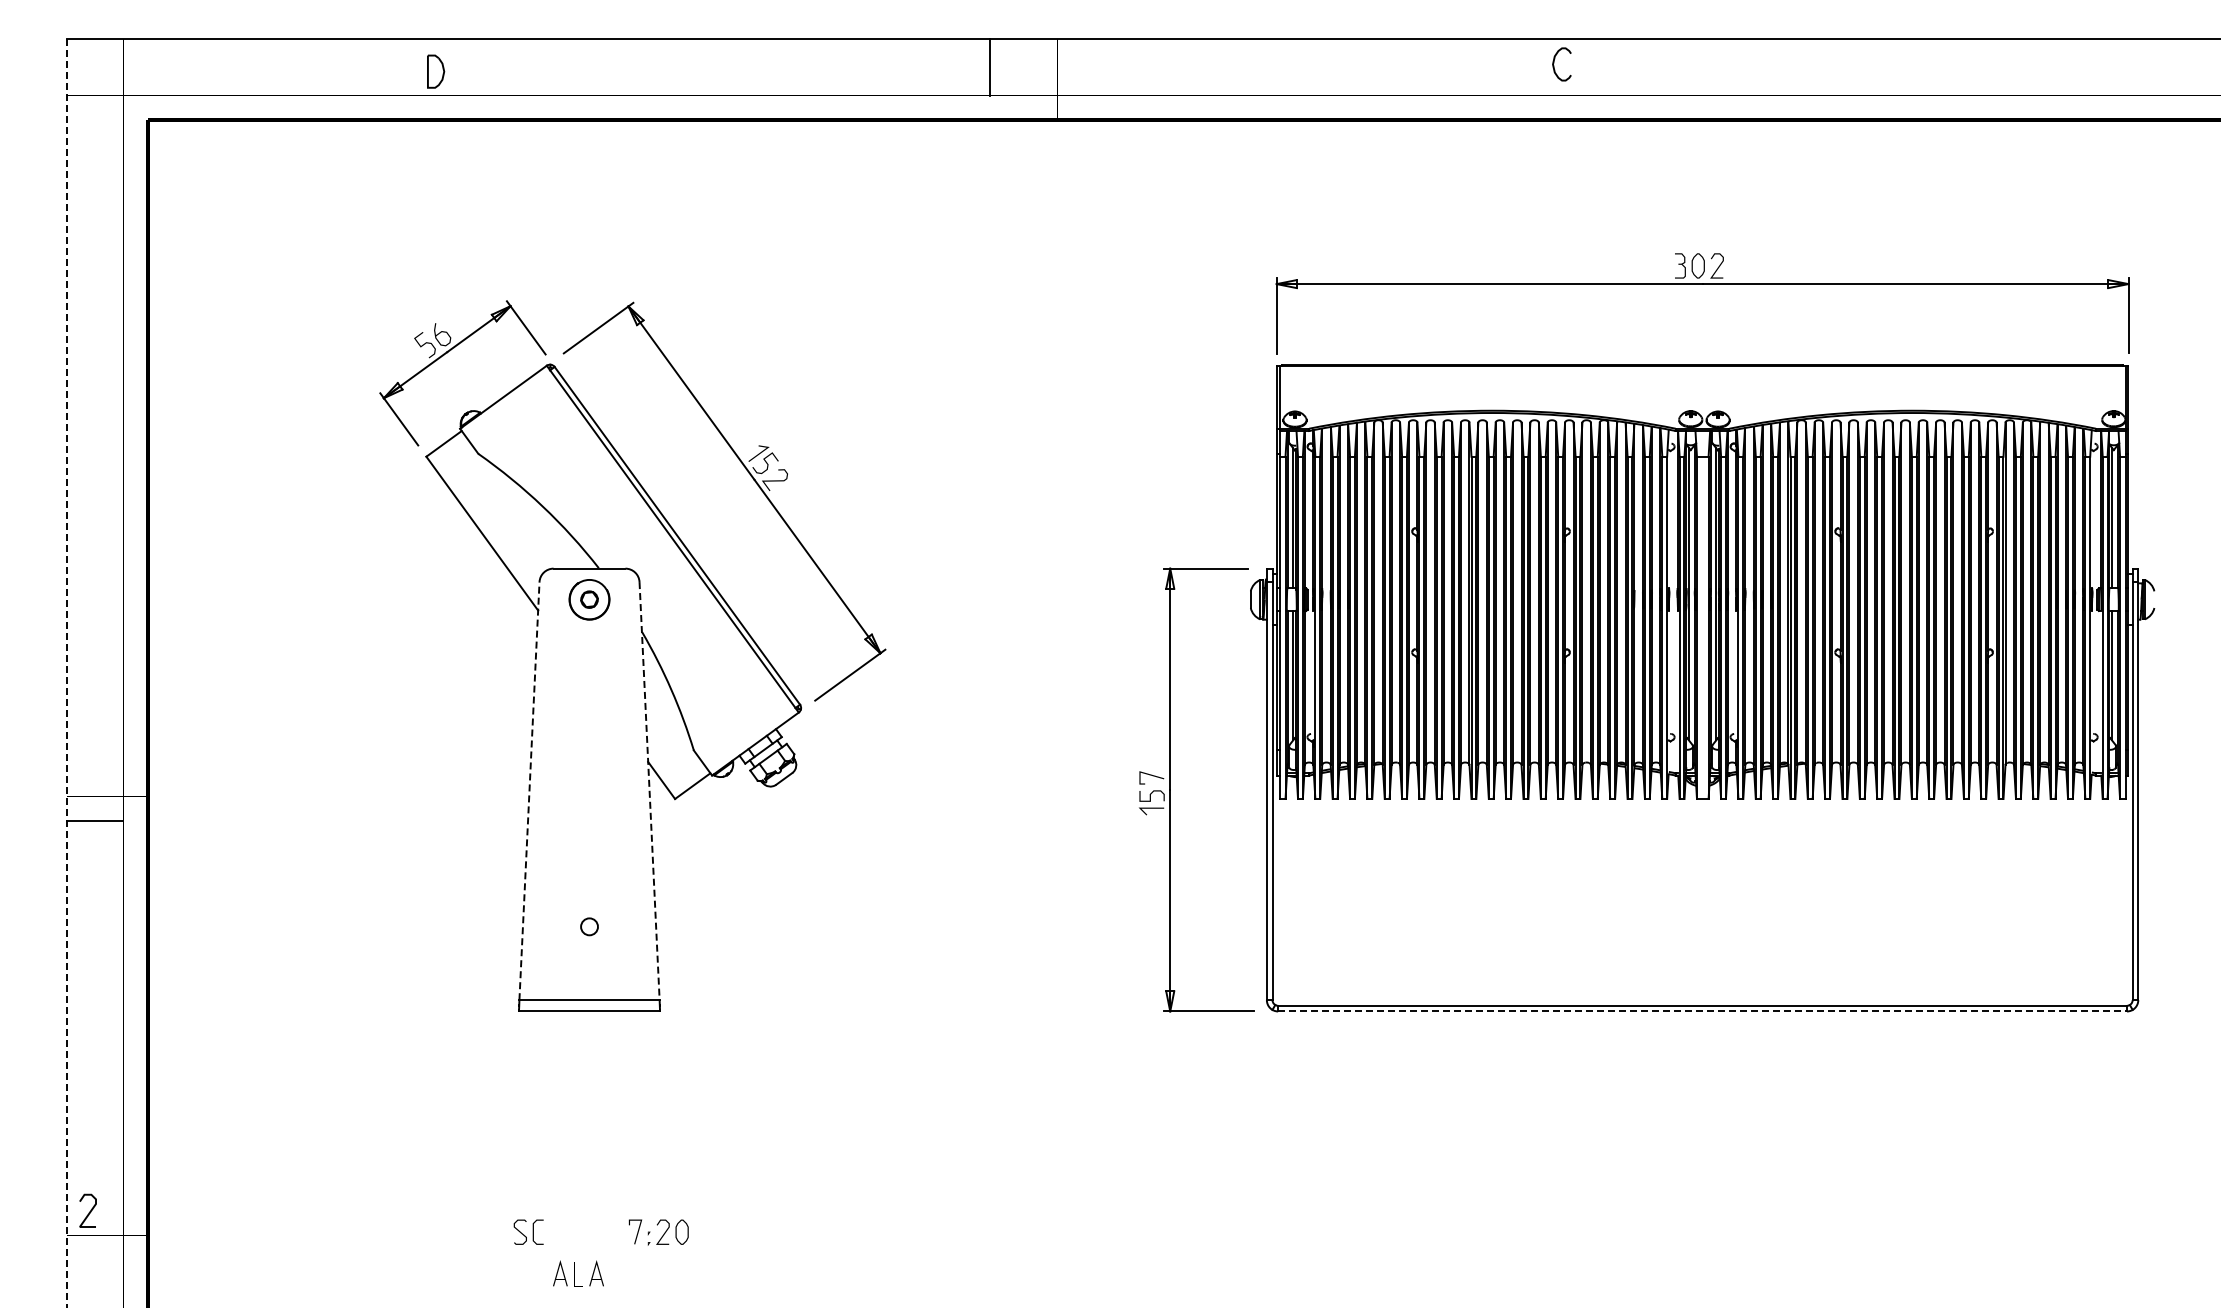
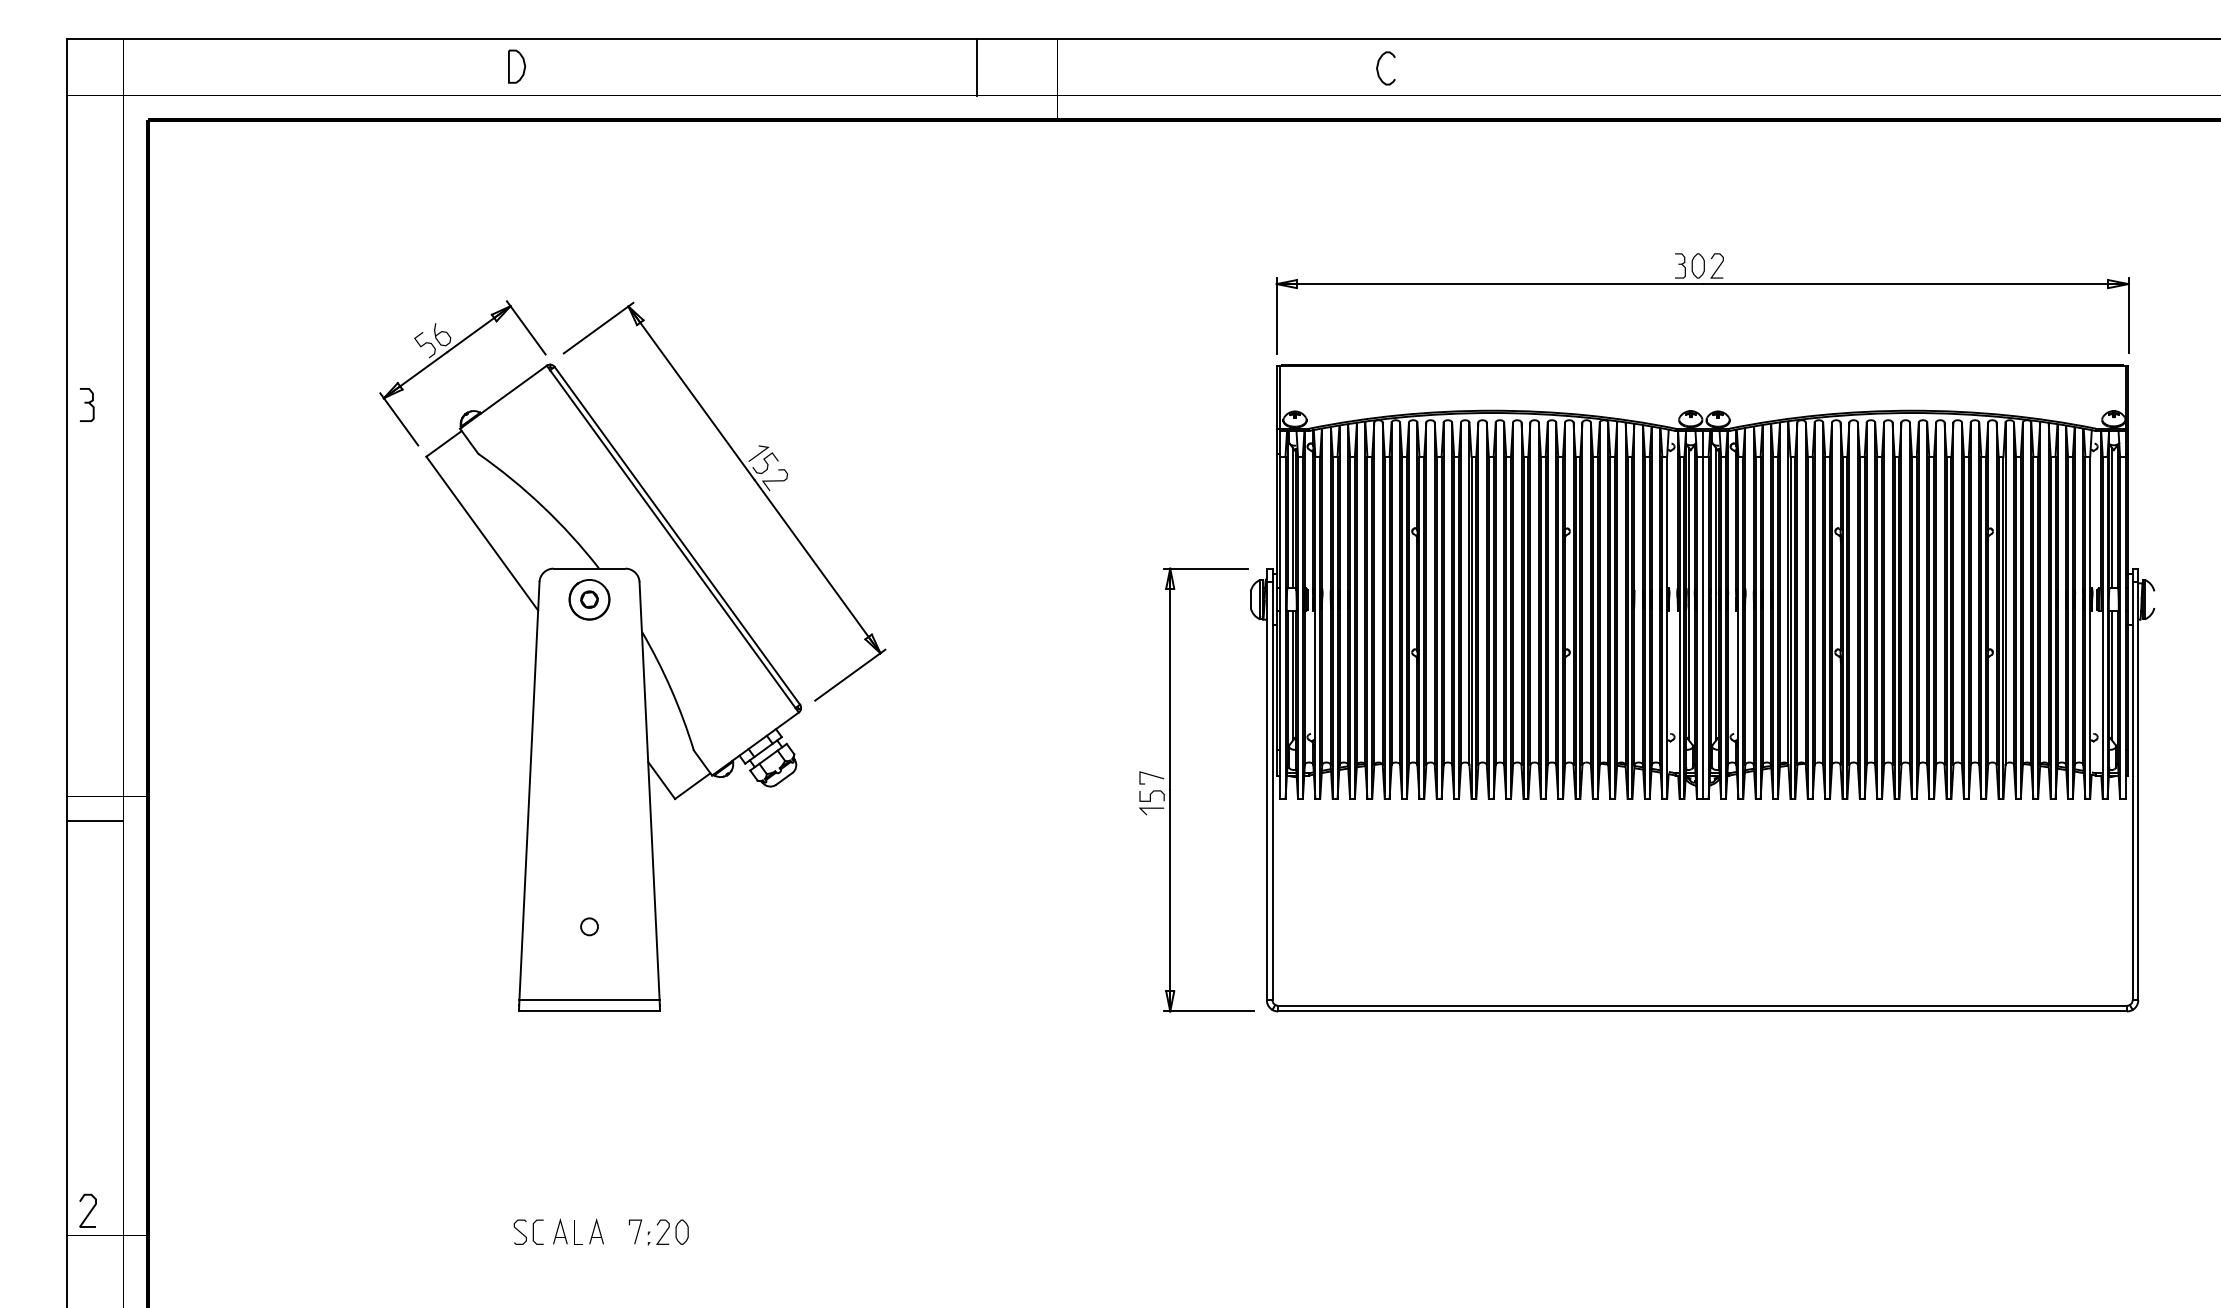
curve at (1554, 63) position: (1554, 63) -> (1378, 67)
line at (990, 67) position: (990, 67) -> (977, 67)
part at (436, 71) position: (436, 71) -> (517, 66)
part at (87, 404): none -> present
line at (1702, 614): none -> present
line at (66, 672): dashed -> solid
line at (529, 790): dashed -> solid
line at (649, 791): dashed -> solid
line at (1703, 1011): dashed -> solid
part at (578, 1273) position: (578, 1273) -> (578, 1231)
